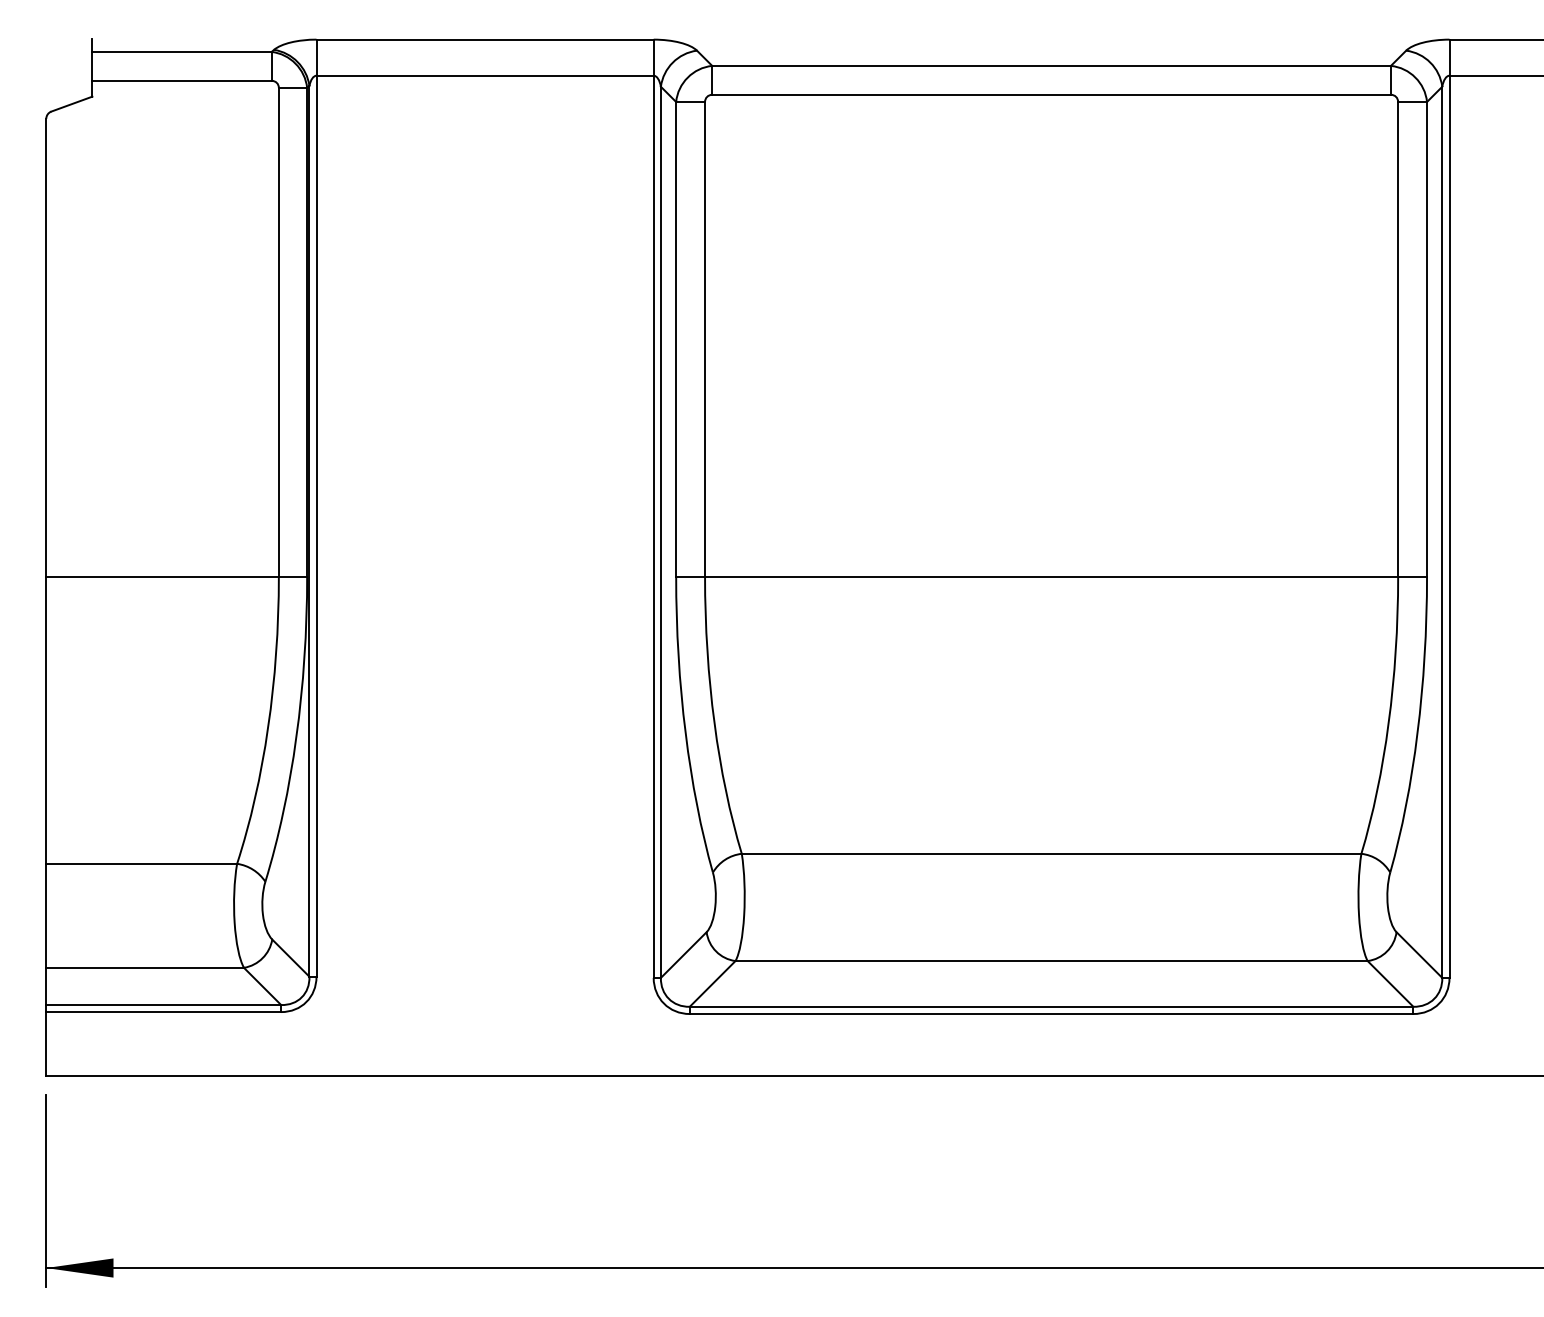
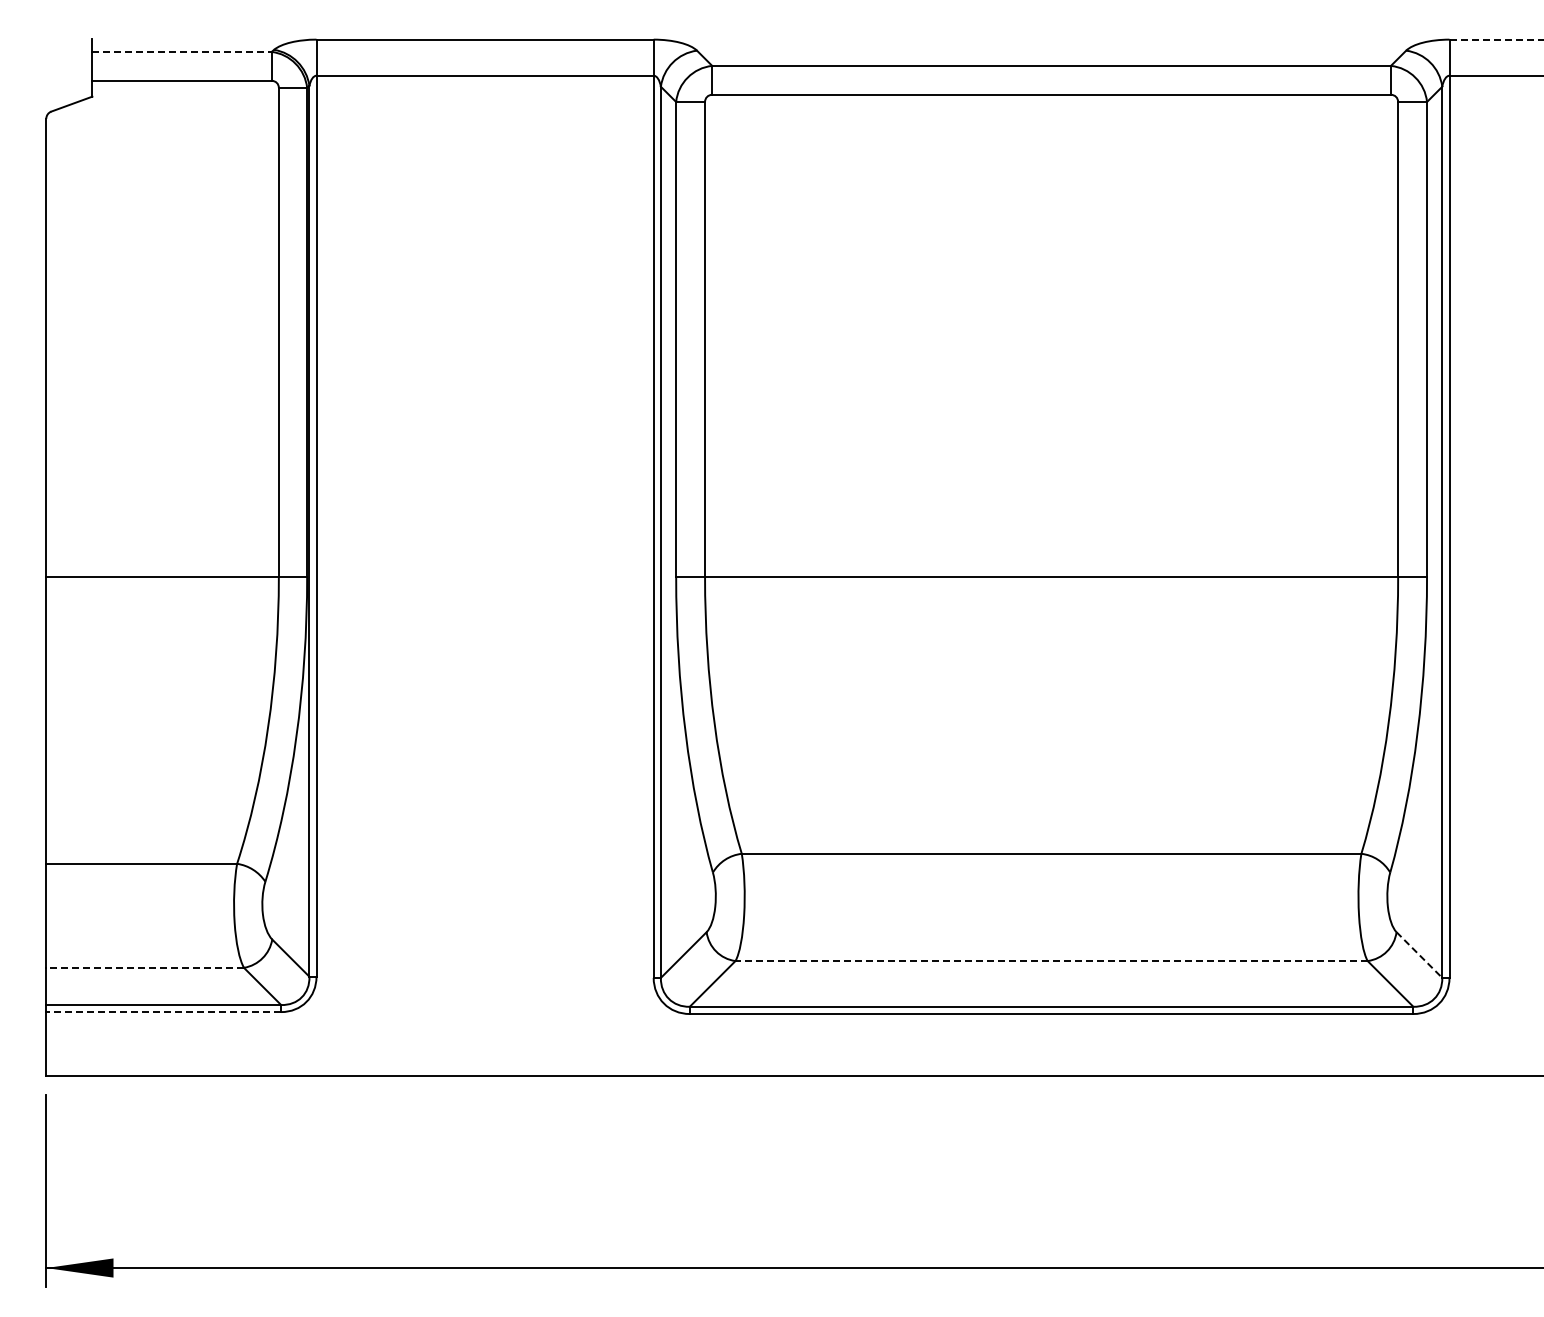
line at (1496, 39): solid -> dashed
line at (182, 51): solid -> dashed
line at (1419, 955): solid -> dashed
line at (1051, 961): solid -> dashed
line at (145, 967): solid -> dashed
line at (163, 1012): solid -> dashed
